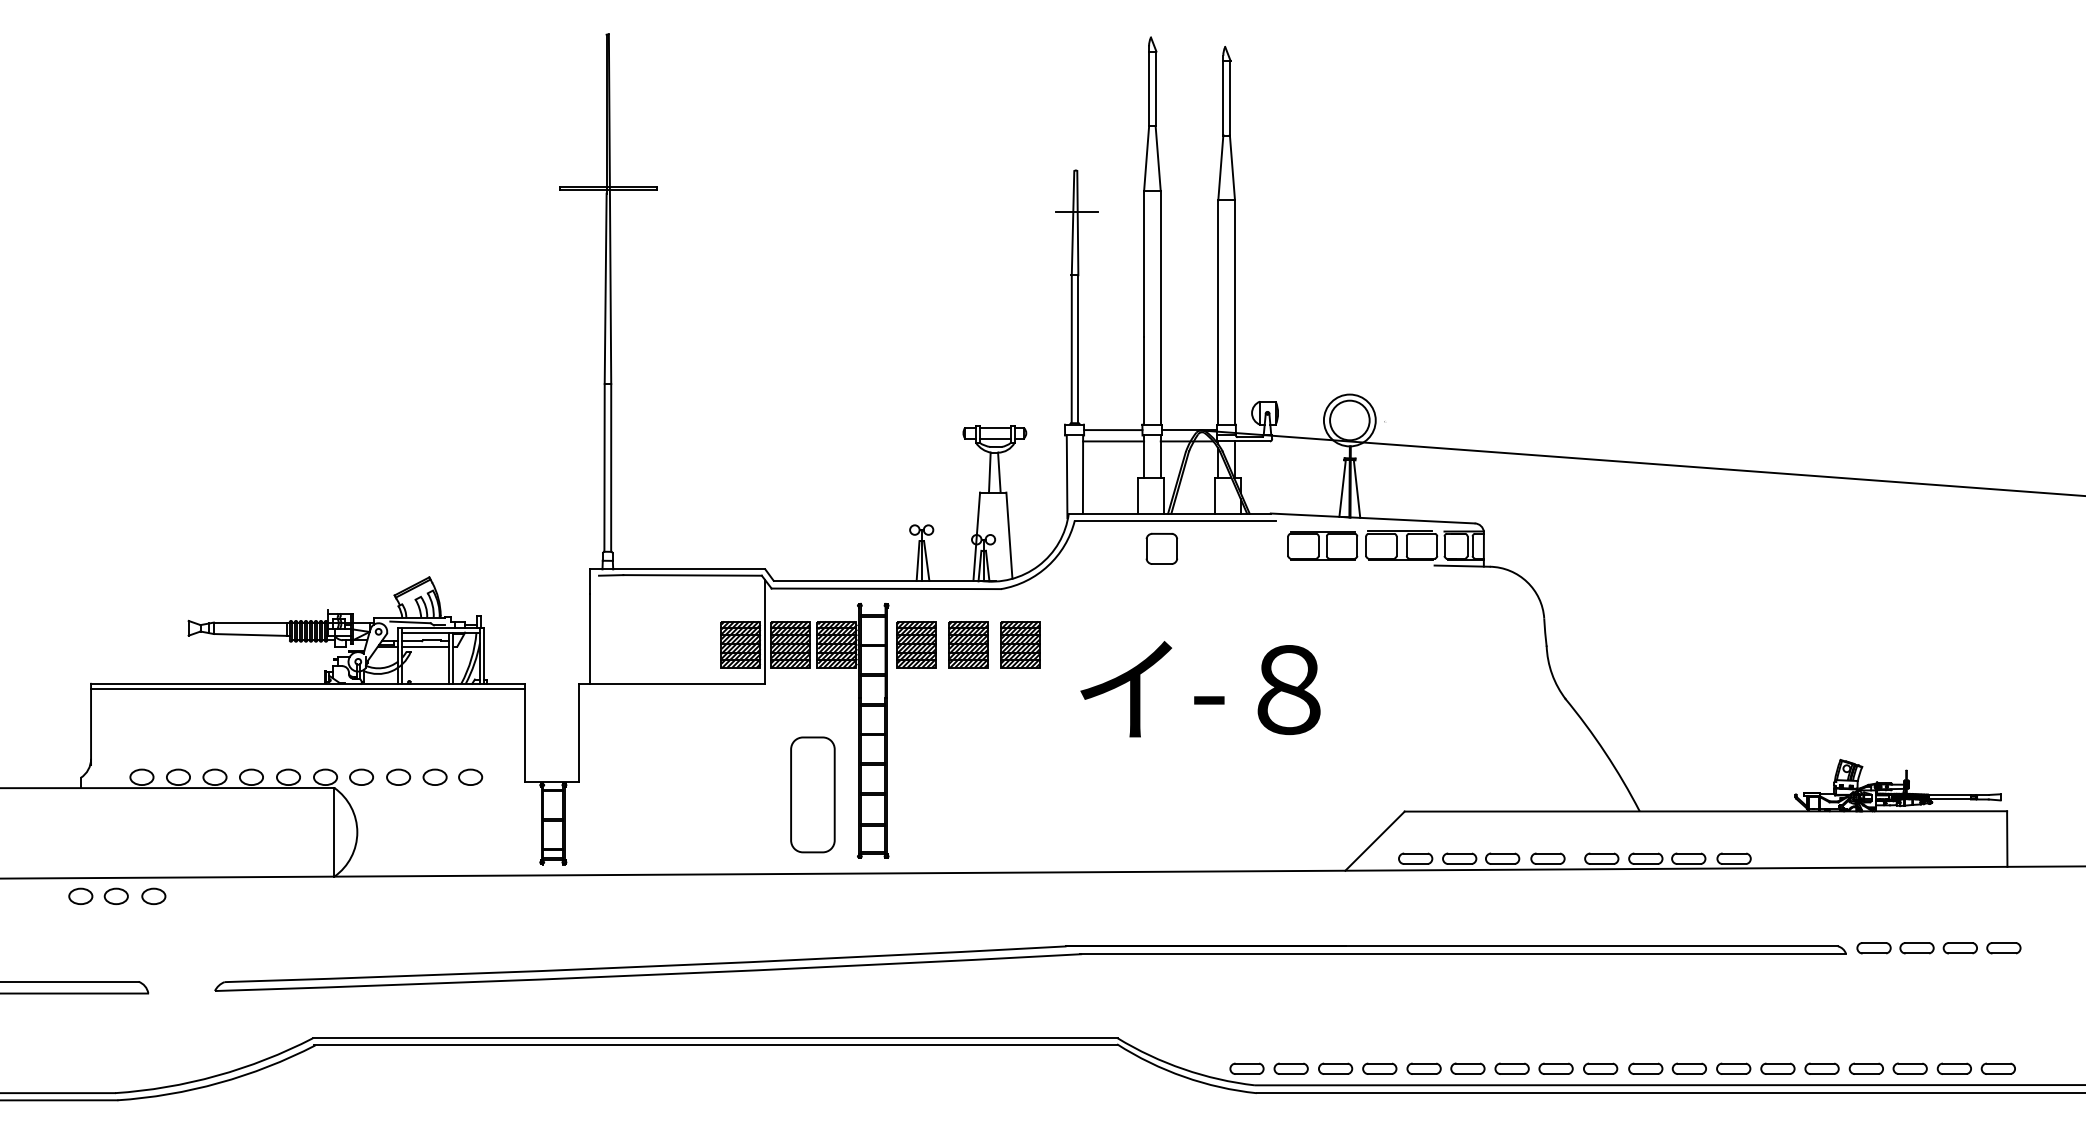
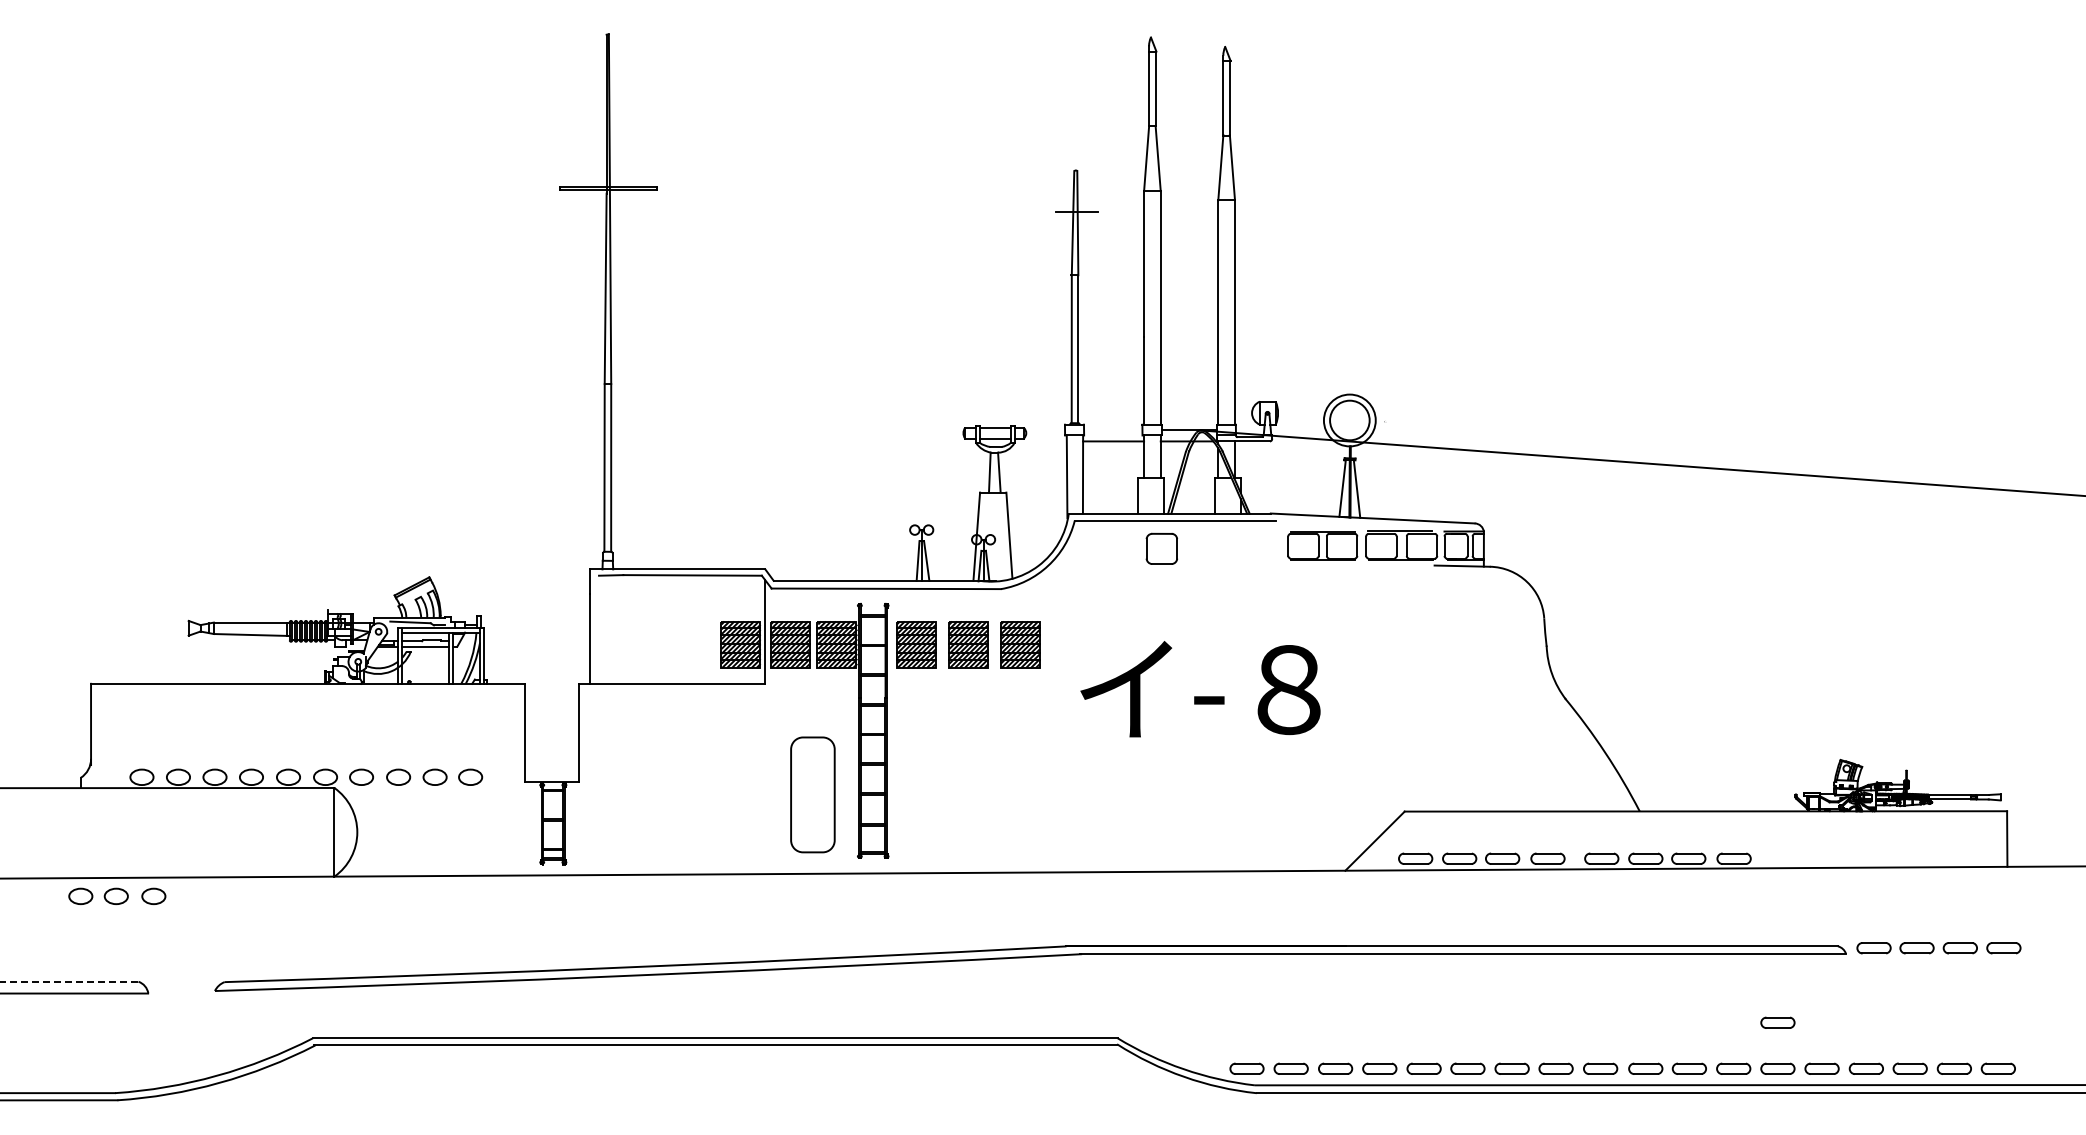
line at (1113, 430): present -> none
line at (308, 688): present -> none
line at (69, 981): solid -> dashed
part at (1777, 1022): none -> present
